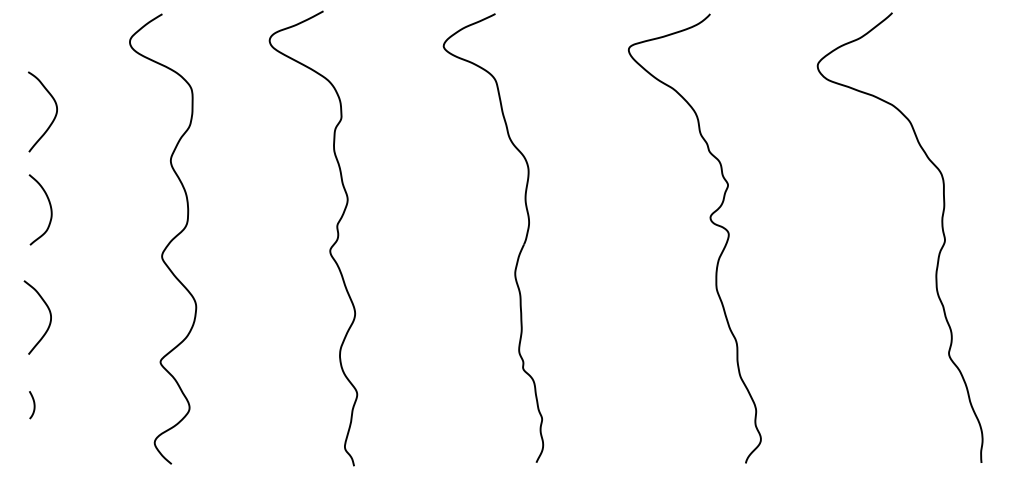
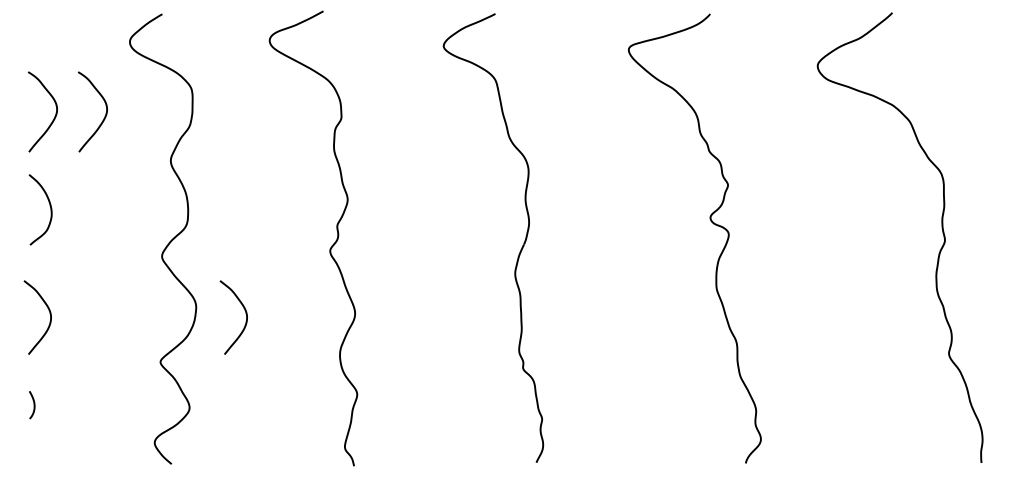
curve at (104, 116): none -> present
curve at (245, 314): none -> present
